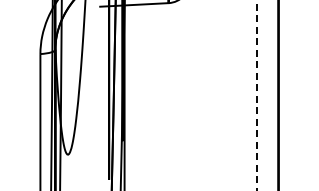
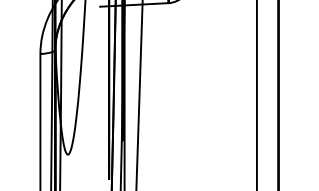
line at (139, 94): none -> present
arc at (256, 94): dashed -> solid
